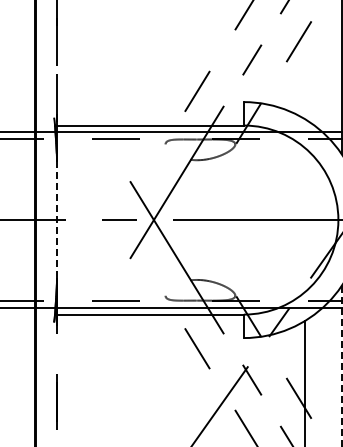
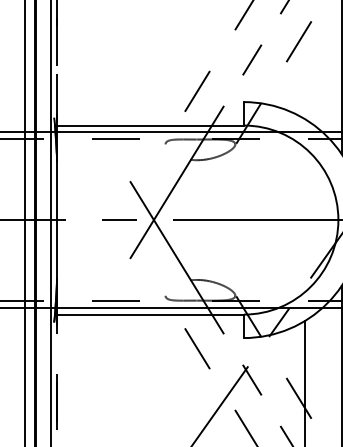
line at (57, 219): dashed -> solid
line at (24, 222): none -> present
line at (51, 222): none -> present
line at (341, 366): dashed -> solid
